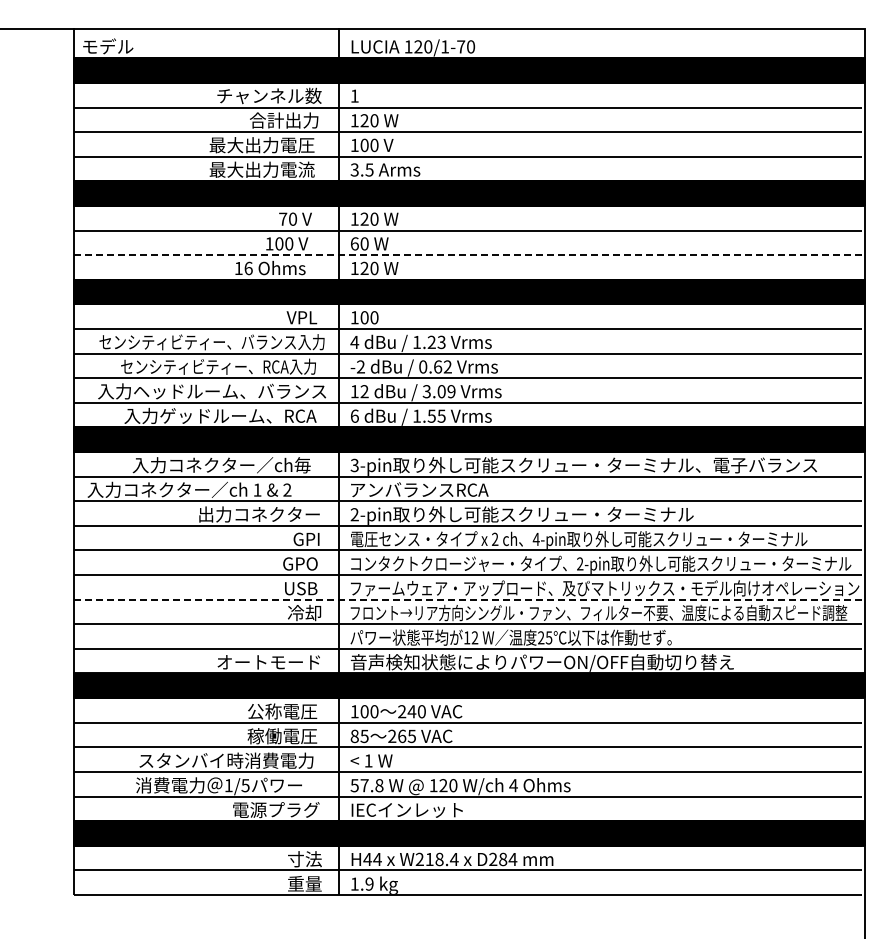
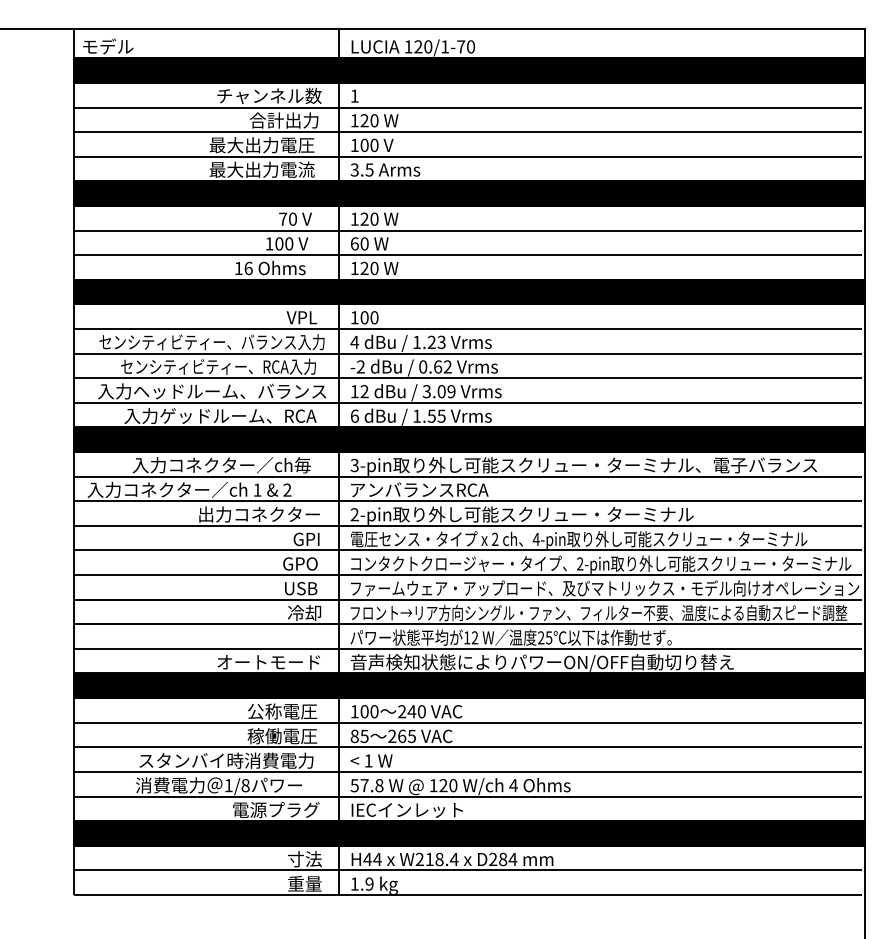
line at (468, 255): dashed -> solid
line at (468, 599): dashed -> solid
text at (245, 785): 1/5 -> 1/8
